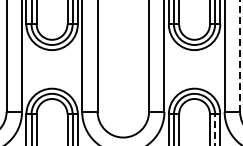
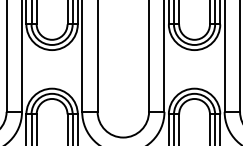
line at (240, 56): dashed -> solid
line at (215, 129): dashed -> solid
